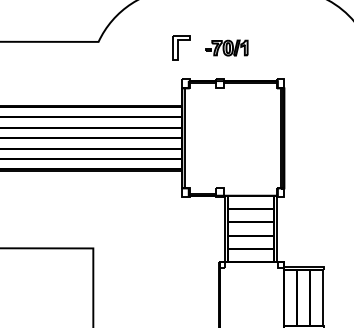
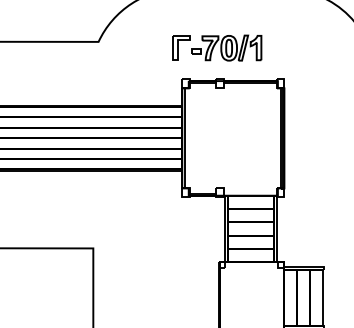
part at (226, 47) size: 44x18 px -> 72x28 px
